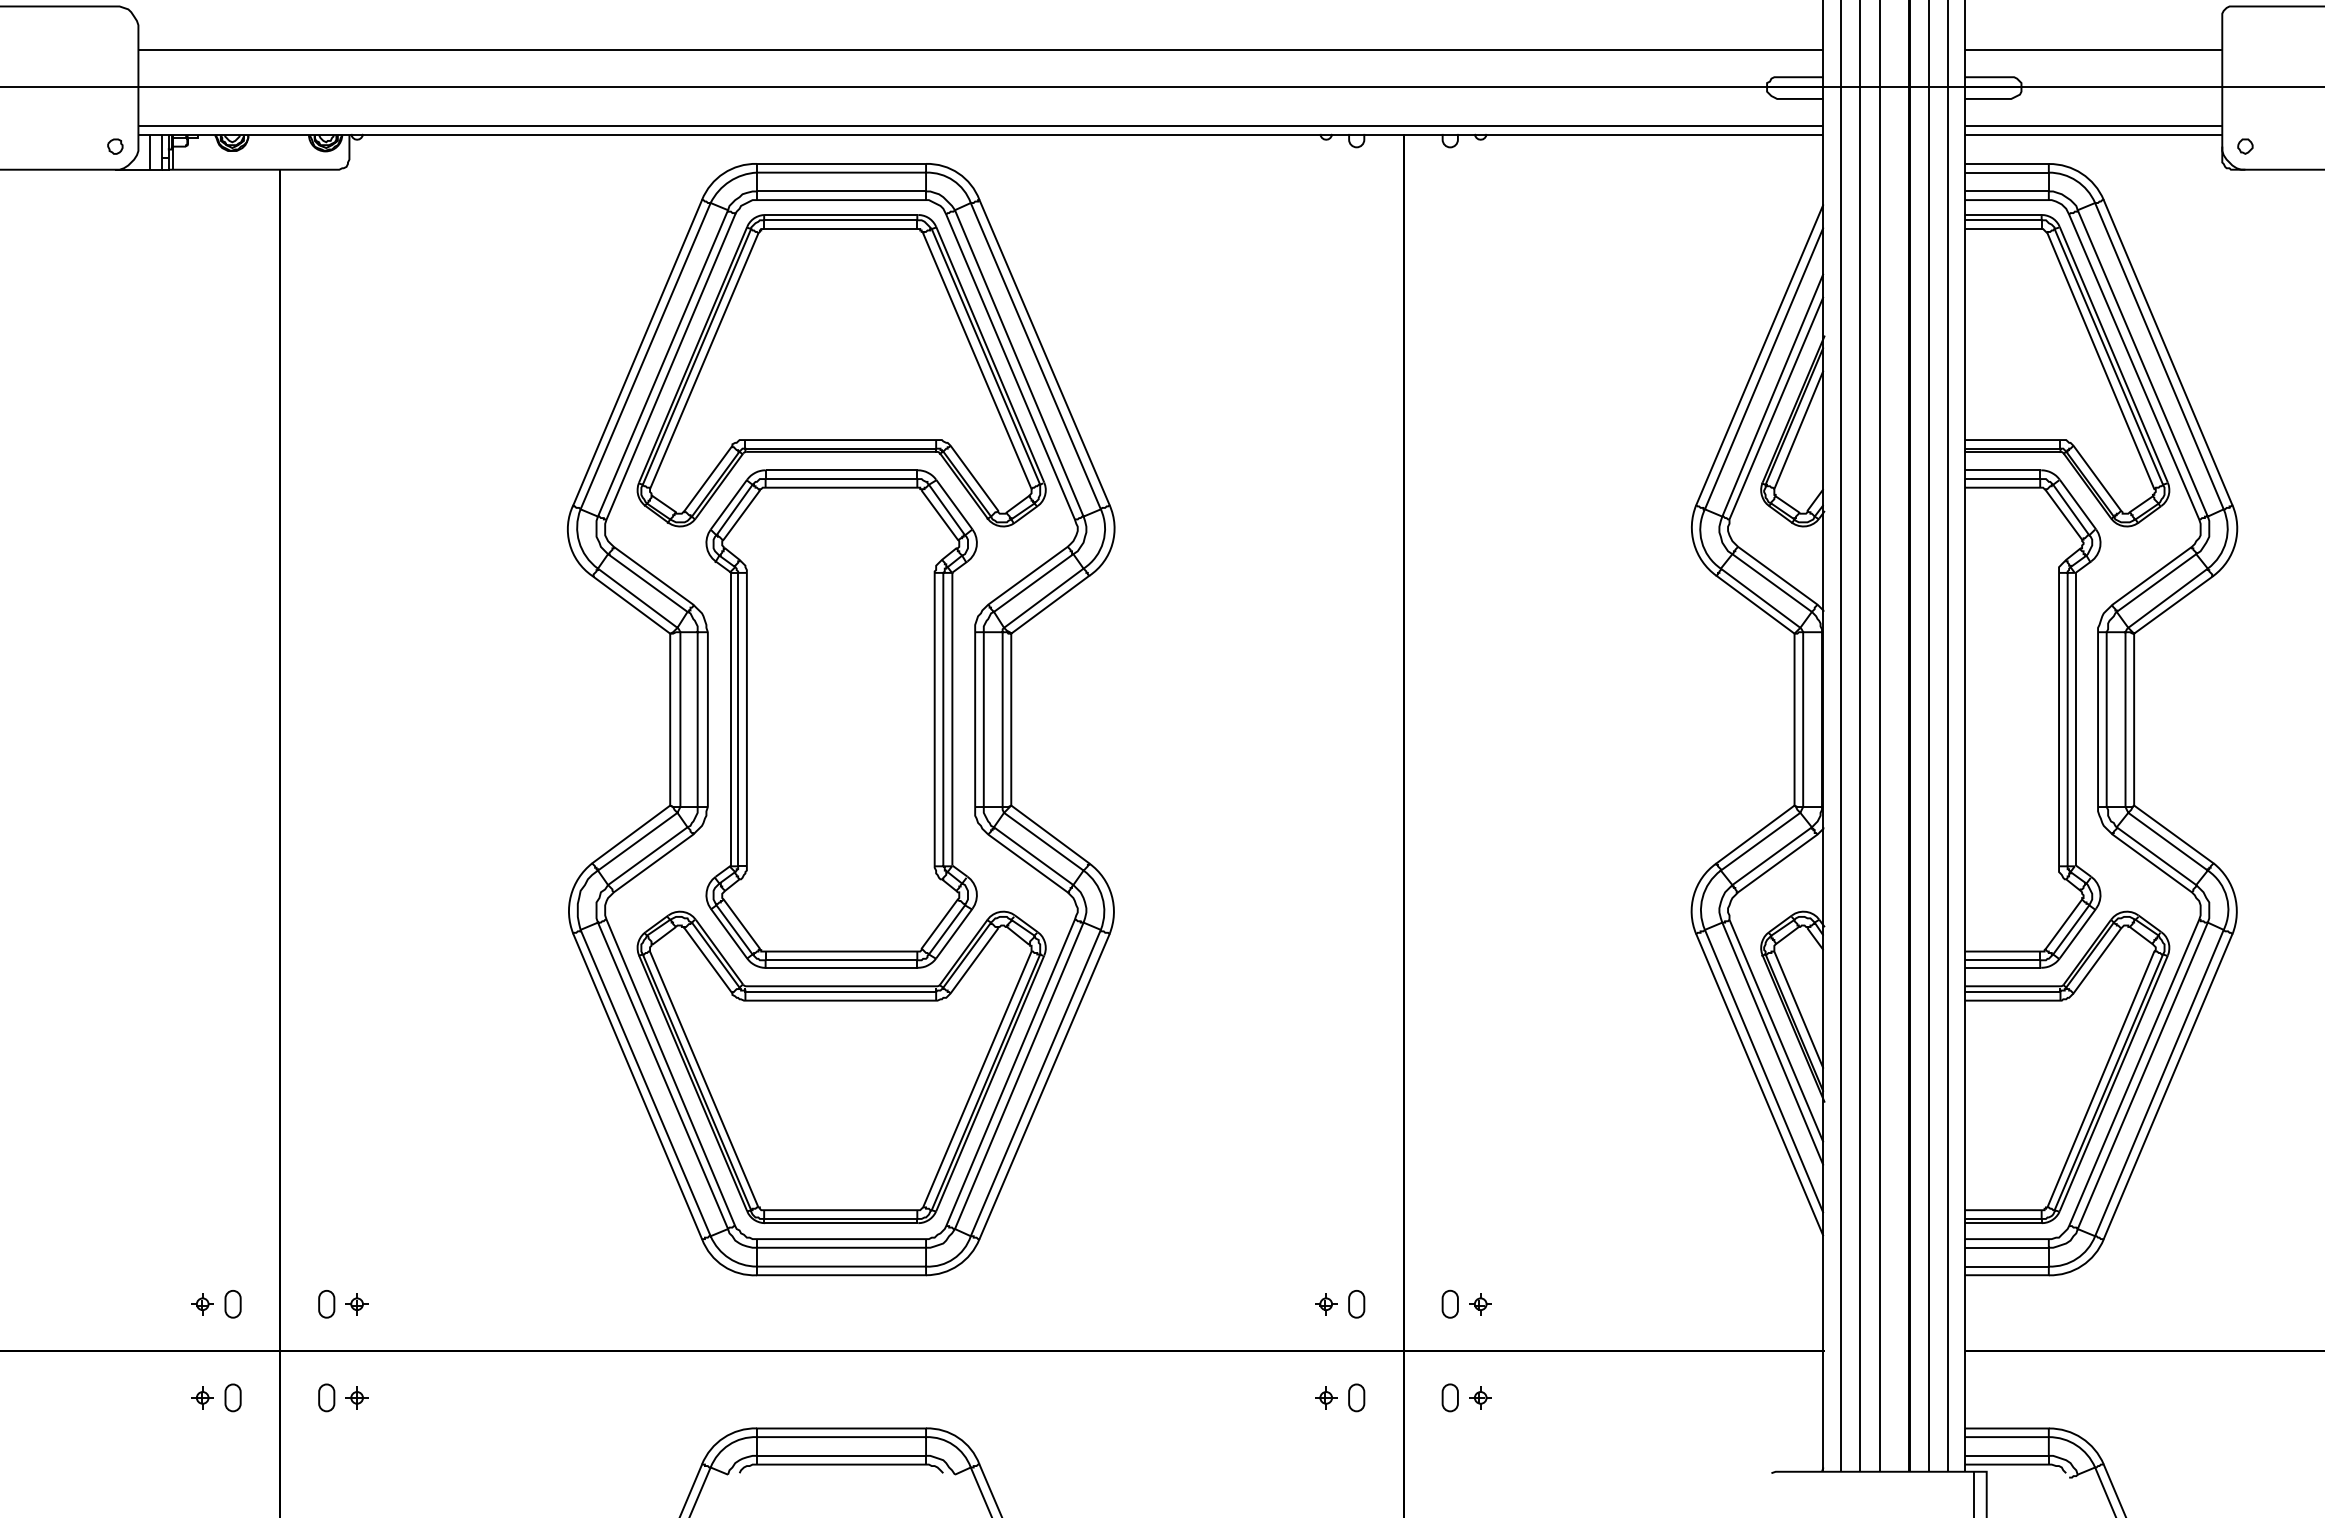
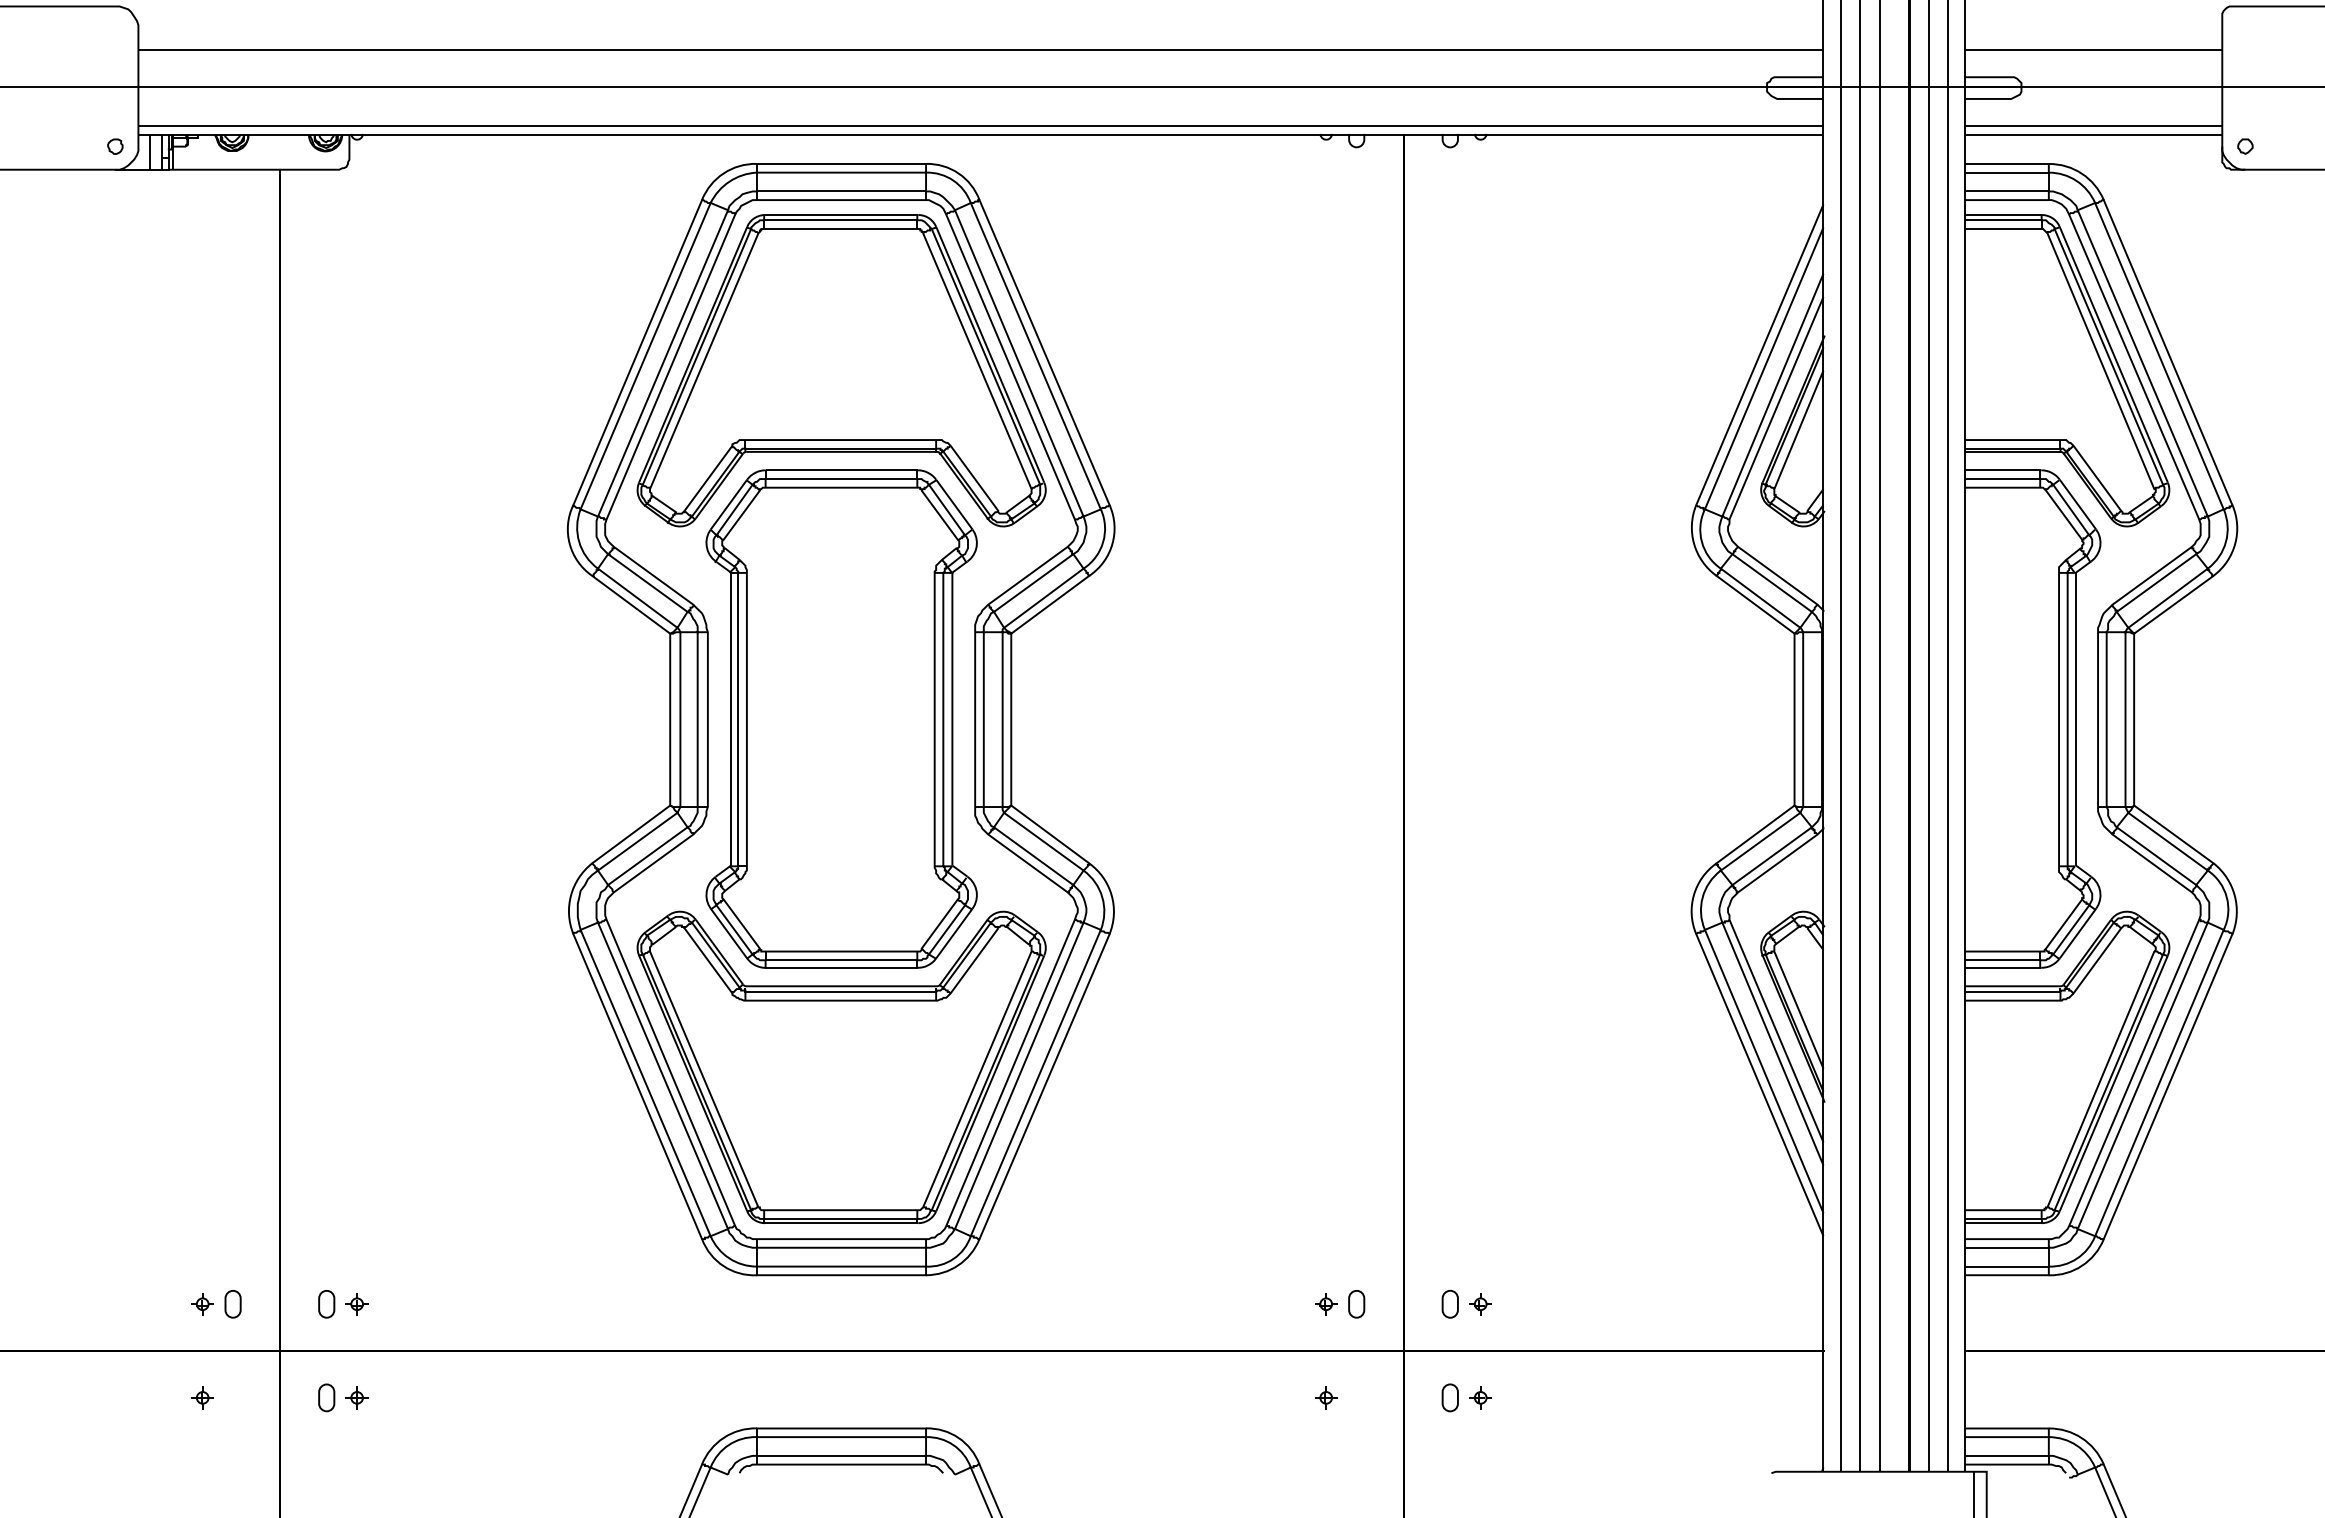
part at (232, 1397): present -> none
part at (1356, 1397): present -> none
